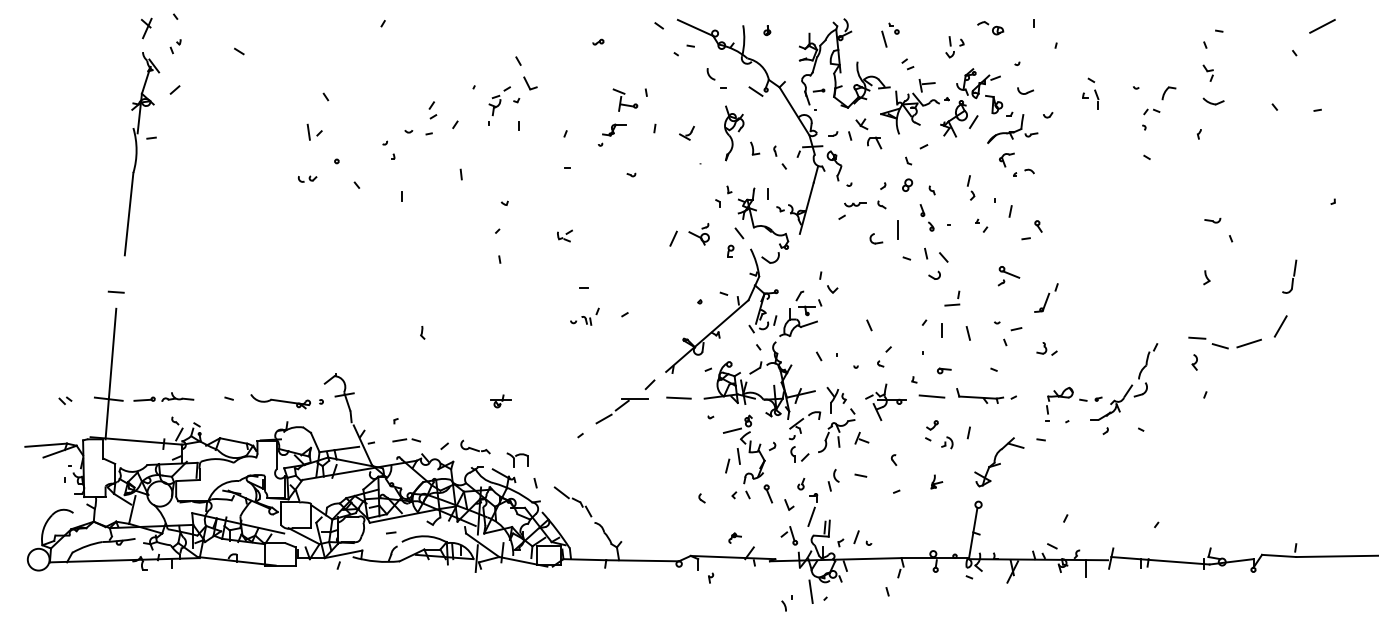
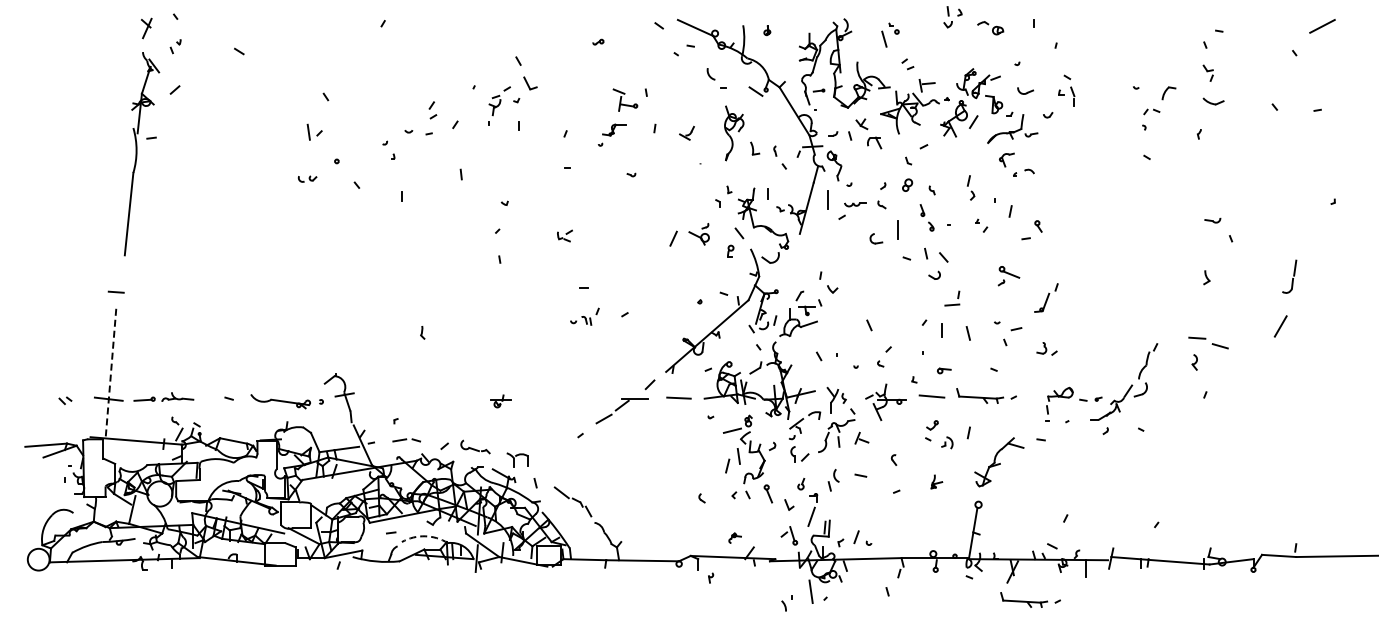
part at (954, 47) position: (954, 47) -> (952, 17)
part at (1090, 93) position: (1090, 93) -> (1066, 90)
line at (827, 199): none -> present
line at (1248, 343): present -> none
line at (110, 374): solid -> dashed
arc at (425, 536): solid -> dashed
part at (1030, 599): none -> present
